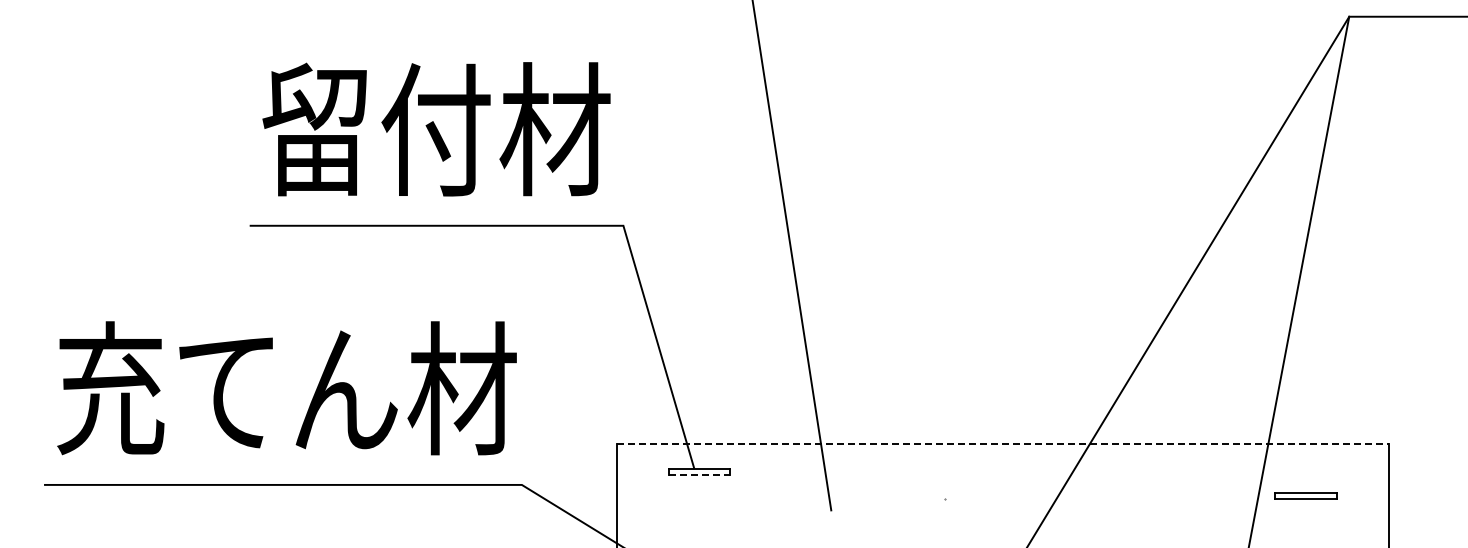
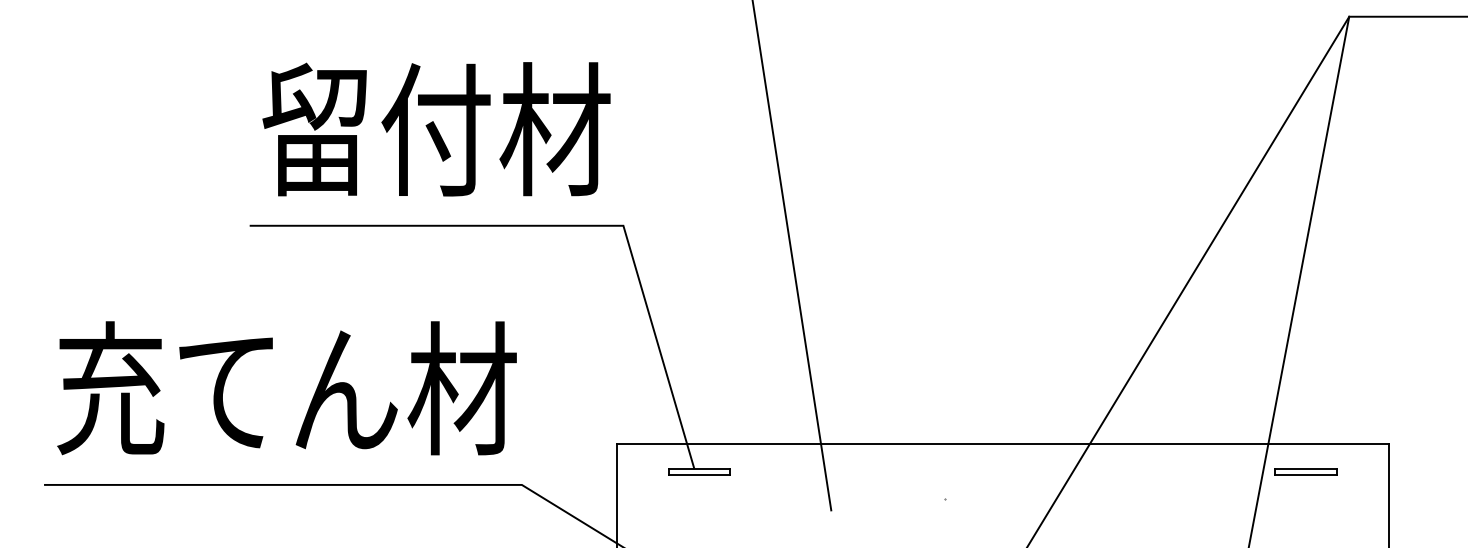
line at (1002, 443): dashed -> solid
line at (699, 474): dashed -> solid
part at (1305, 495) position: (1305, 495) -> (1305, 471)
